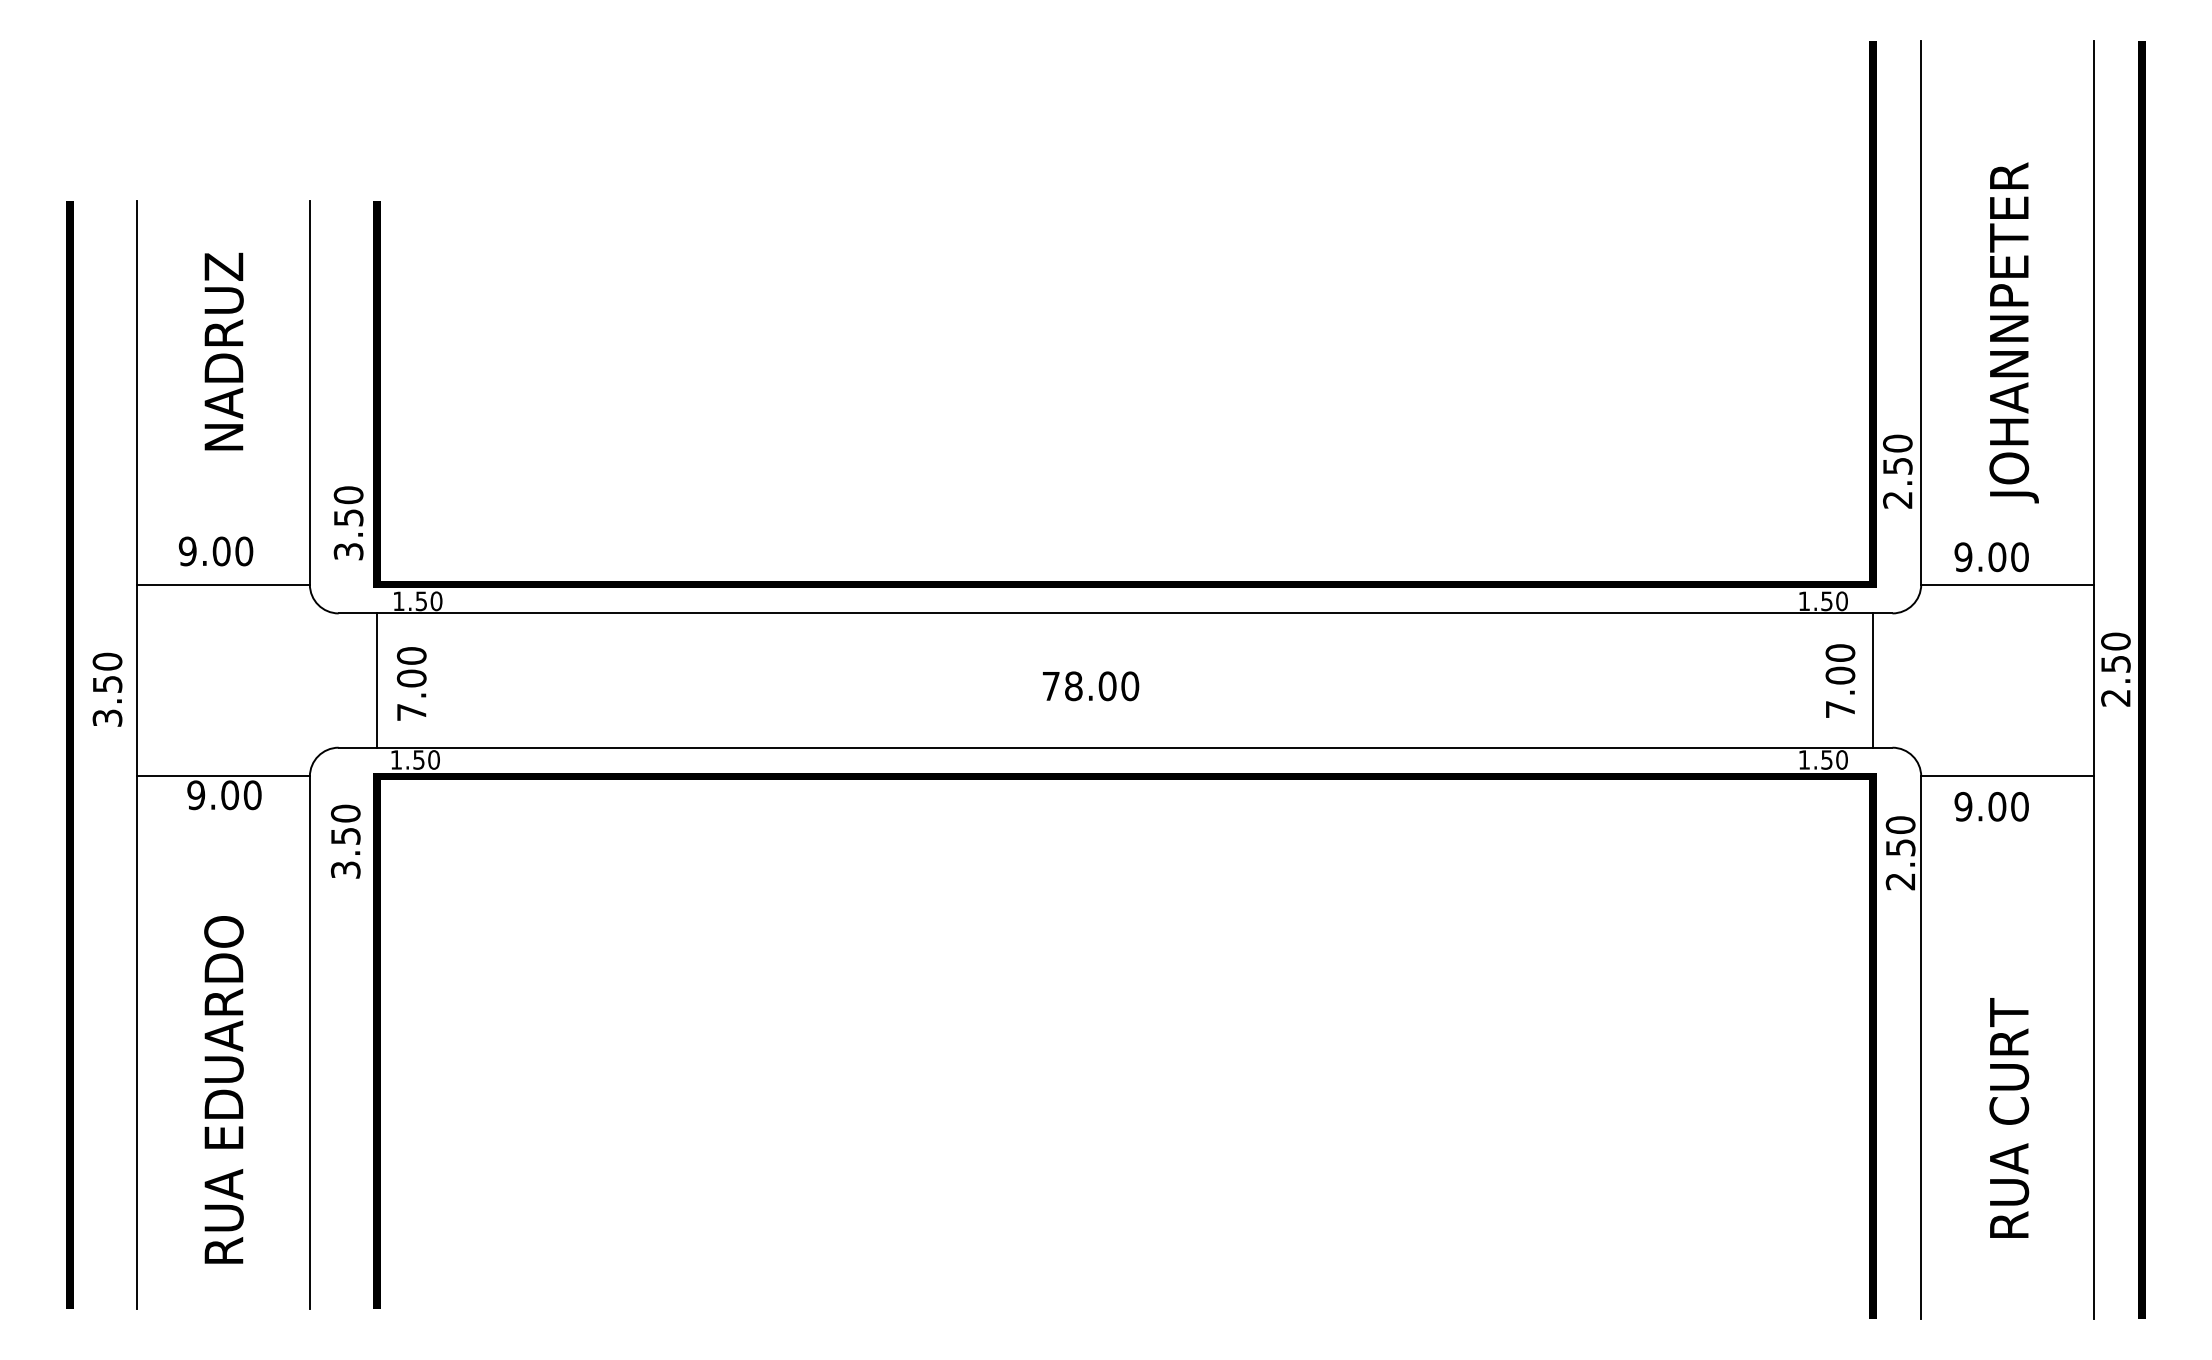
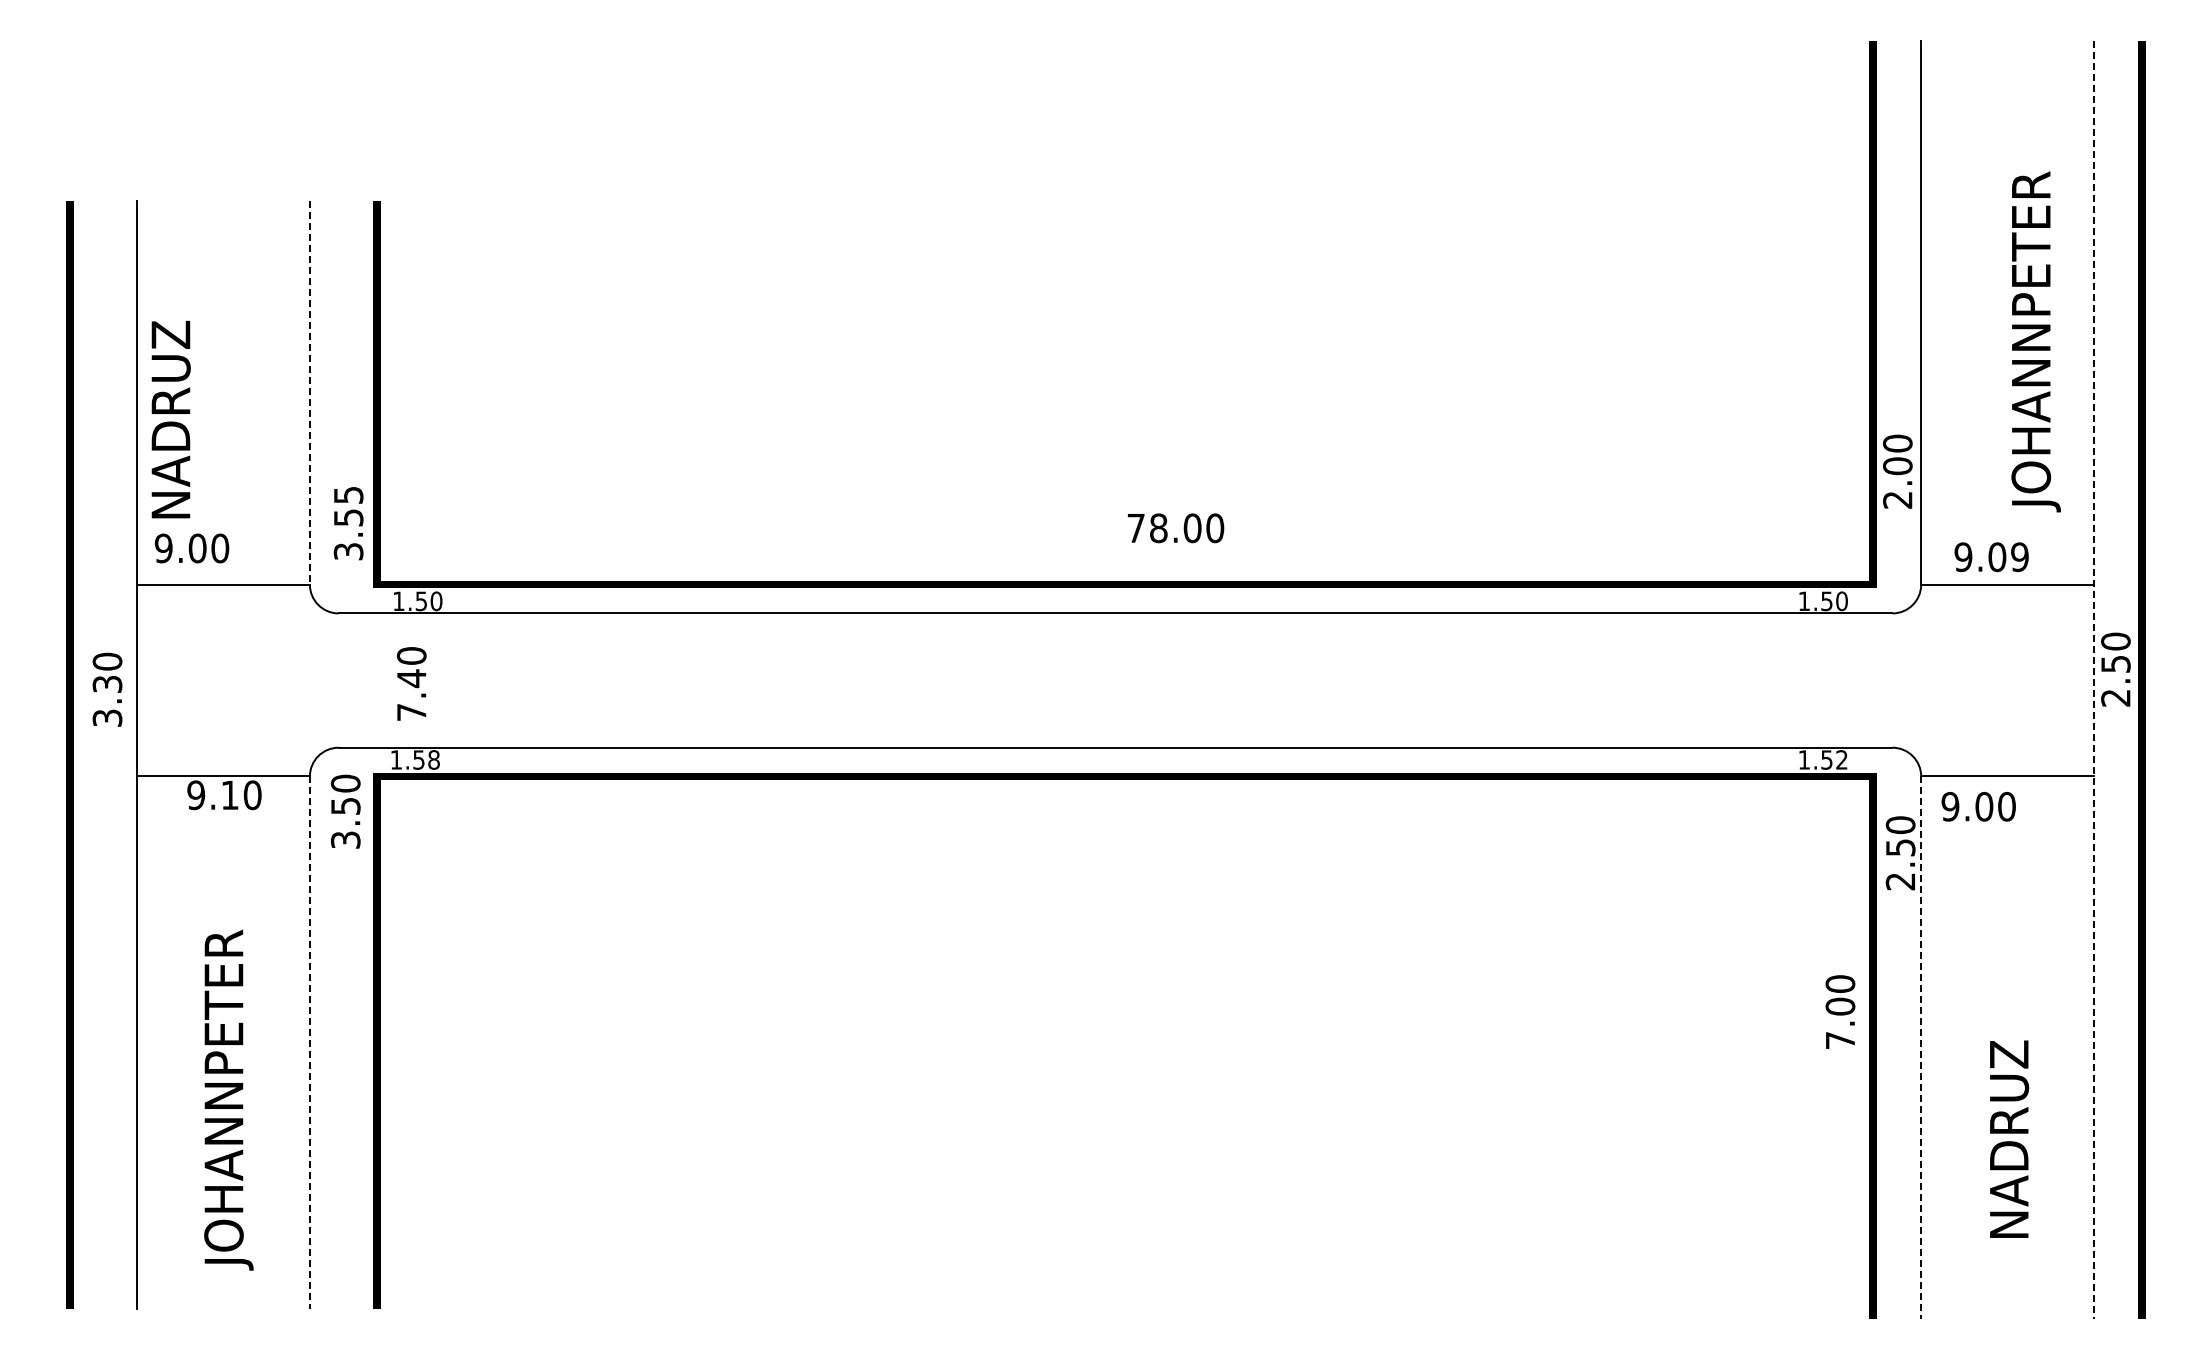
text at (2013, 332) position: (2013, 332) -> (2035, 341)
text at (223, 351) position: (223, 351) -> (170, 419)
line at (309, 392): solid -> dashed
text at (1897, 466): 2.50 -> 2.00
text at (348, 495): 3.50 -> 3.55
text at (215, 551) position: (215, 551) -> (191, 548)
text at (2019, 557): 9.00 -> 9.09
text at (411, 678): 7.00 -> 7.40
line at (377, 680): present -> none
text at (1840, 680) position: (1840, 680) -> (1840, 1011)
line at (1873, 680): present -> none
line at (2093, 680): solid -> dashed
text at (106, 683): 3.50 -> 3.30
text at (1091, 686) position: (1091, 686) -> (1176, 528)
text at (433, 759): 1.50 -> 1.58
text at (1841, 759): 1.50 -> 1.52
text at (230, 795): 9.00 -> 9.10
text at (1991, 806) position: (1991, 806) -> (1978, 806)
text at (345, 841) position: (345, 841) -> (345, 811)
line at (309, 1043): solid -> dashed
line at (1921, 1048): solid -> dashed
text at (228, 1093): RUA EDUARDO -> JOHANNPETER
text at (2009, 1115): RUA CURT -> NADRUZ
